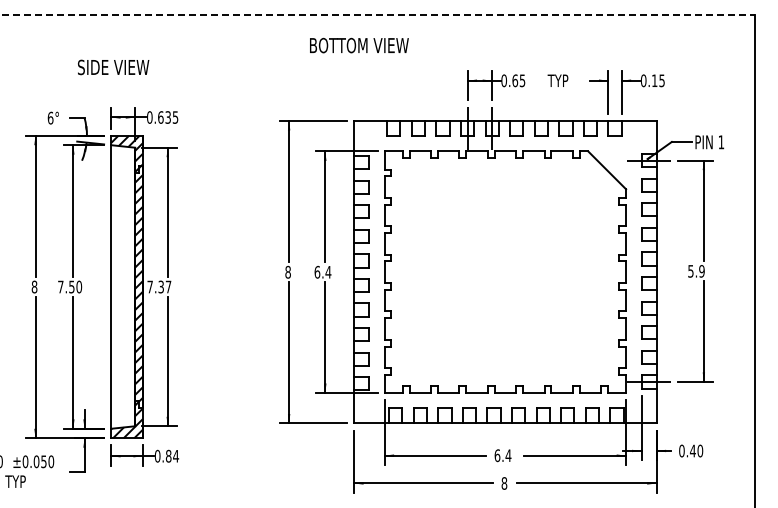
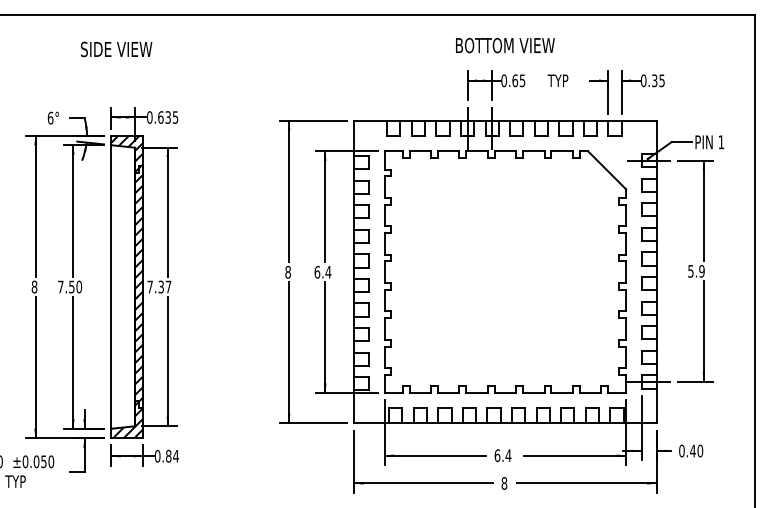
line at (377, 15): dashed -> solid
text at (359, 45) position: (359, 45) -> (505, 45)
text at (113, 67) position: (113, 67) -> (116, 49)
text at (654, 80): 0.15 -> 0.35
